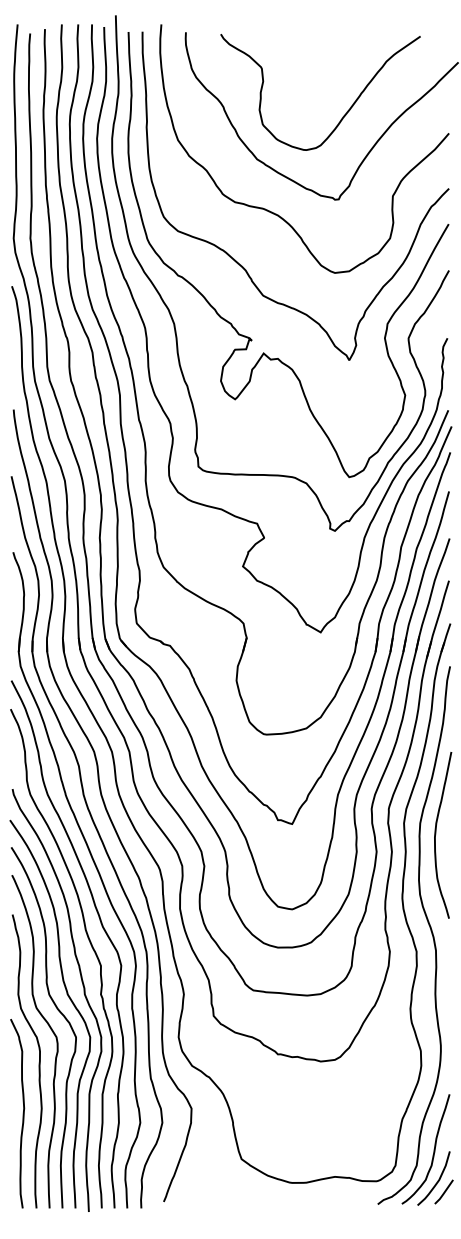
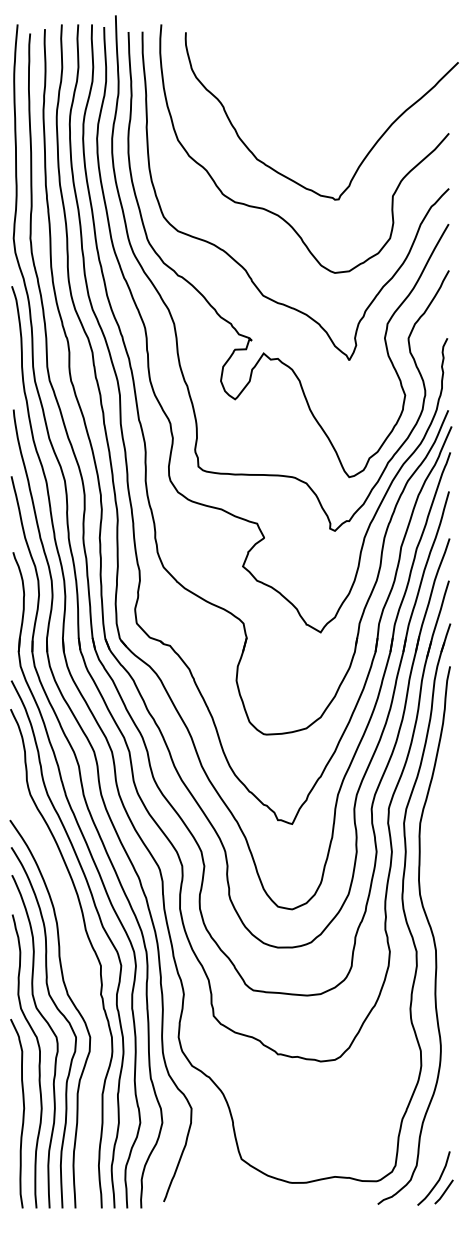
curve at (346, 111): present -> none
curve at (436, 834): present -> none
curve at (83, 993): present -> none
curve at (433, 1149): present -> none
